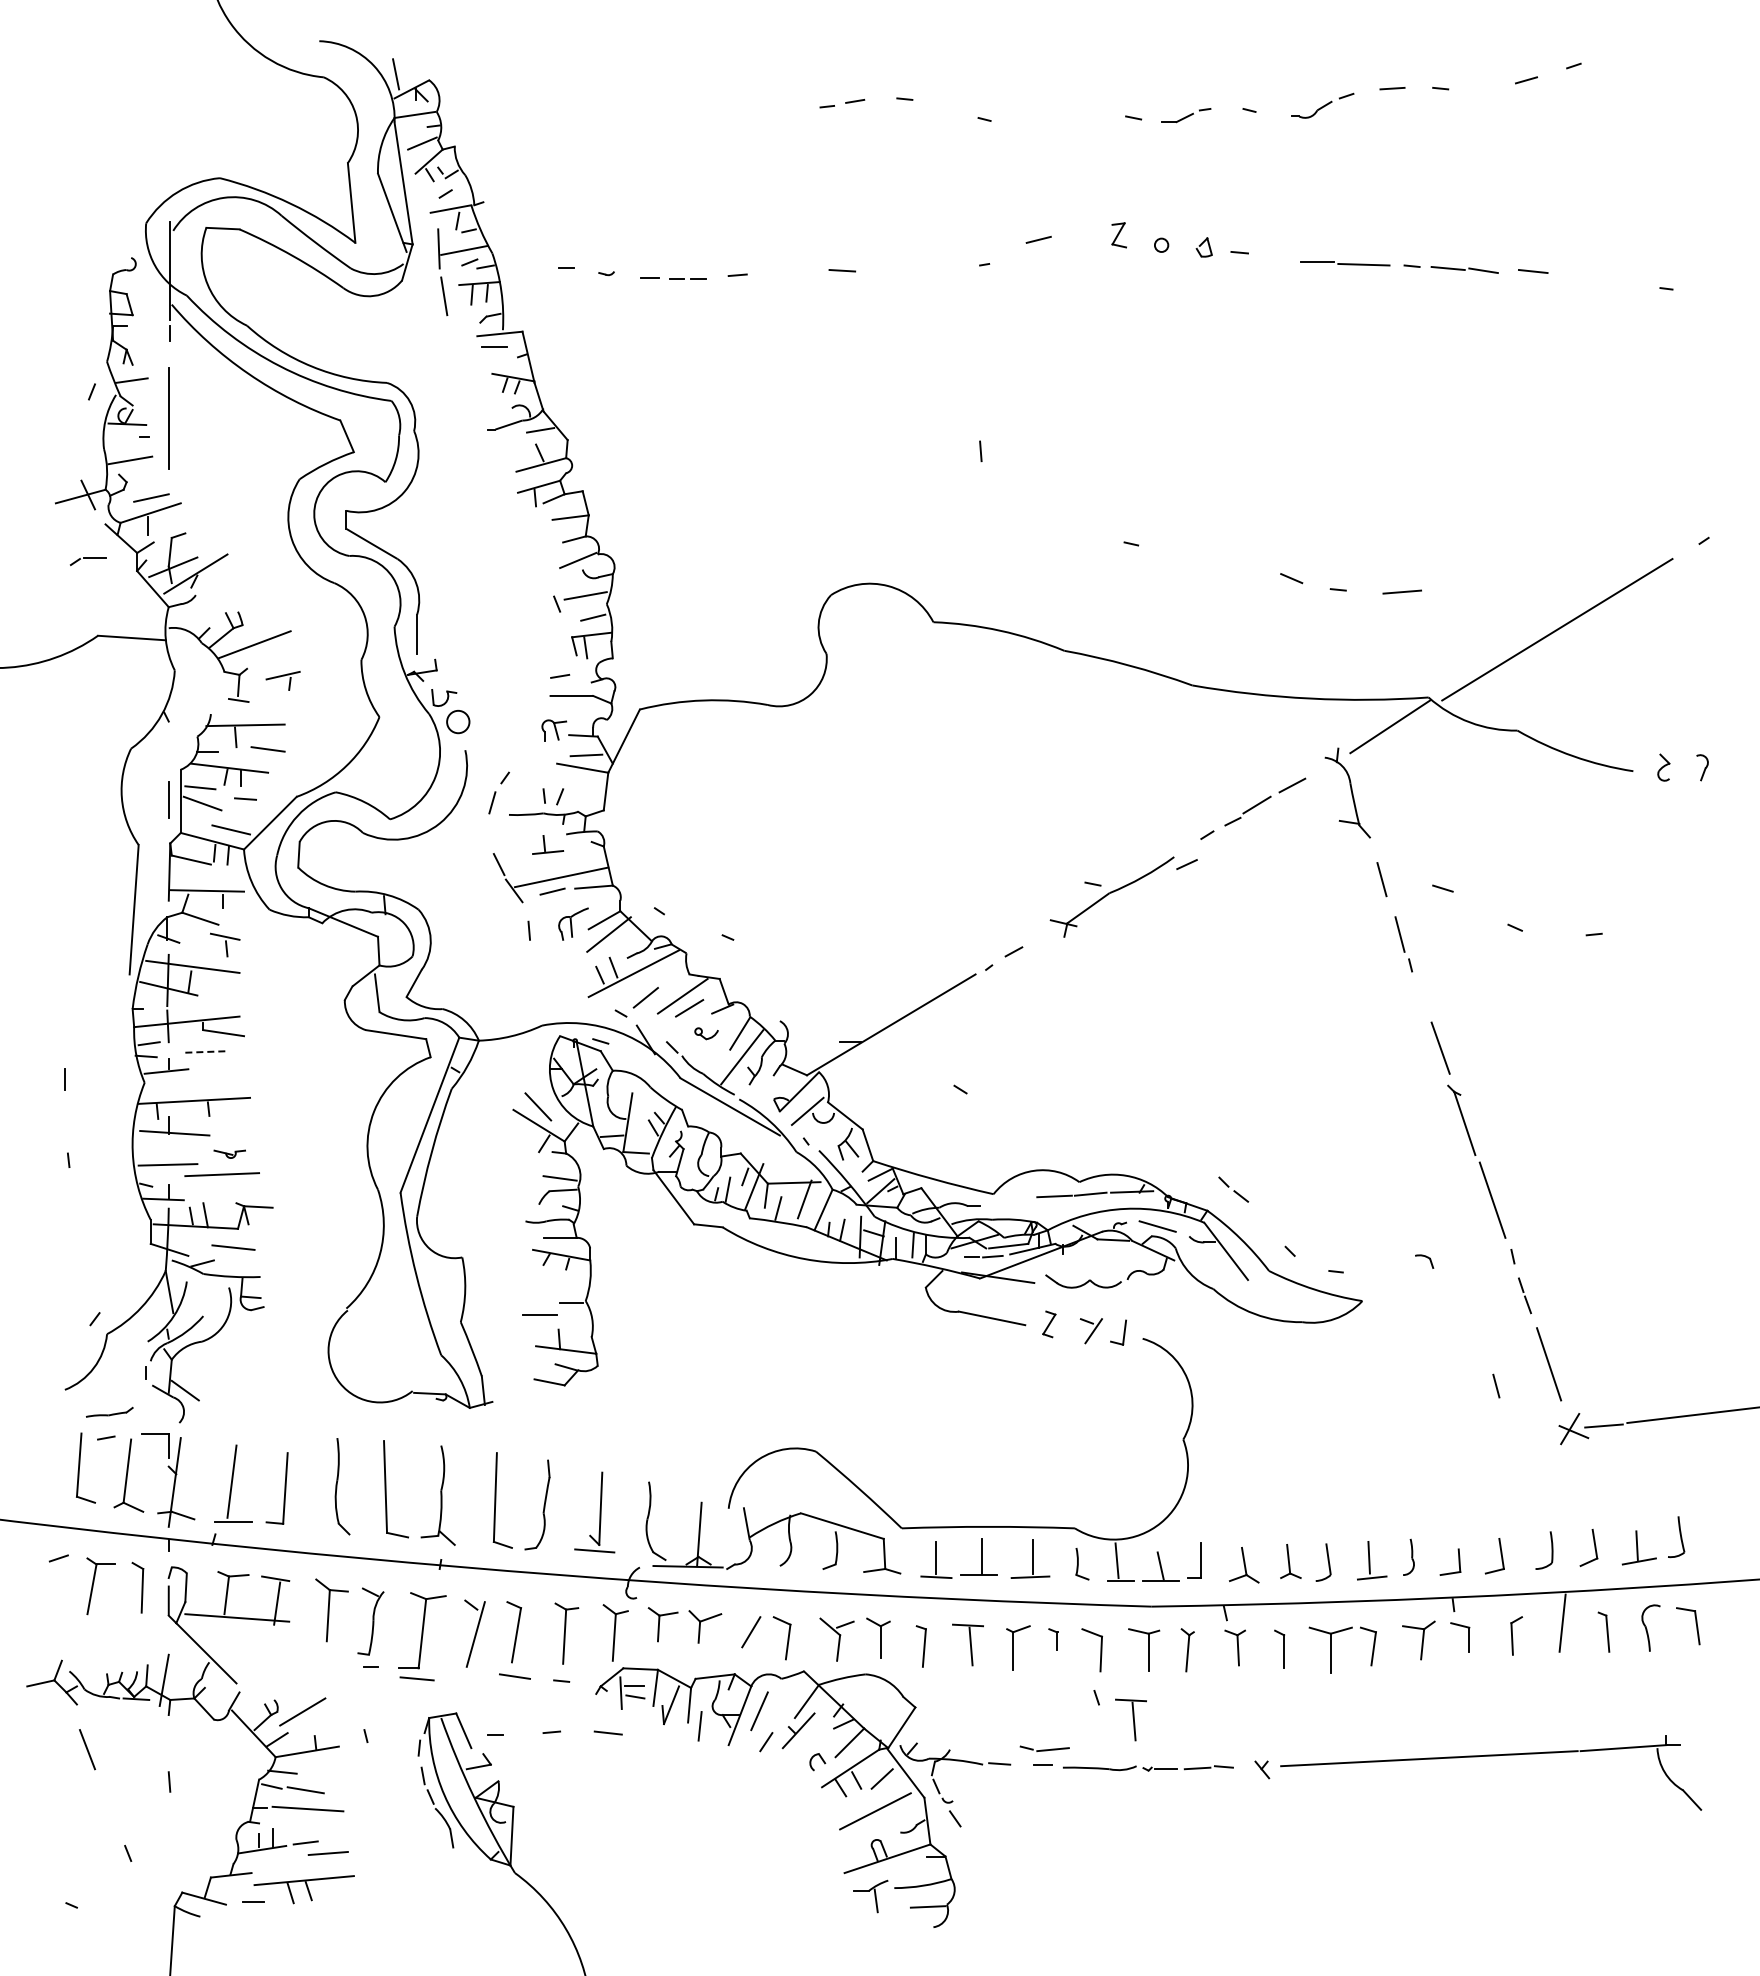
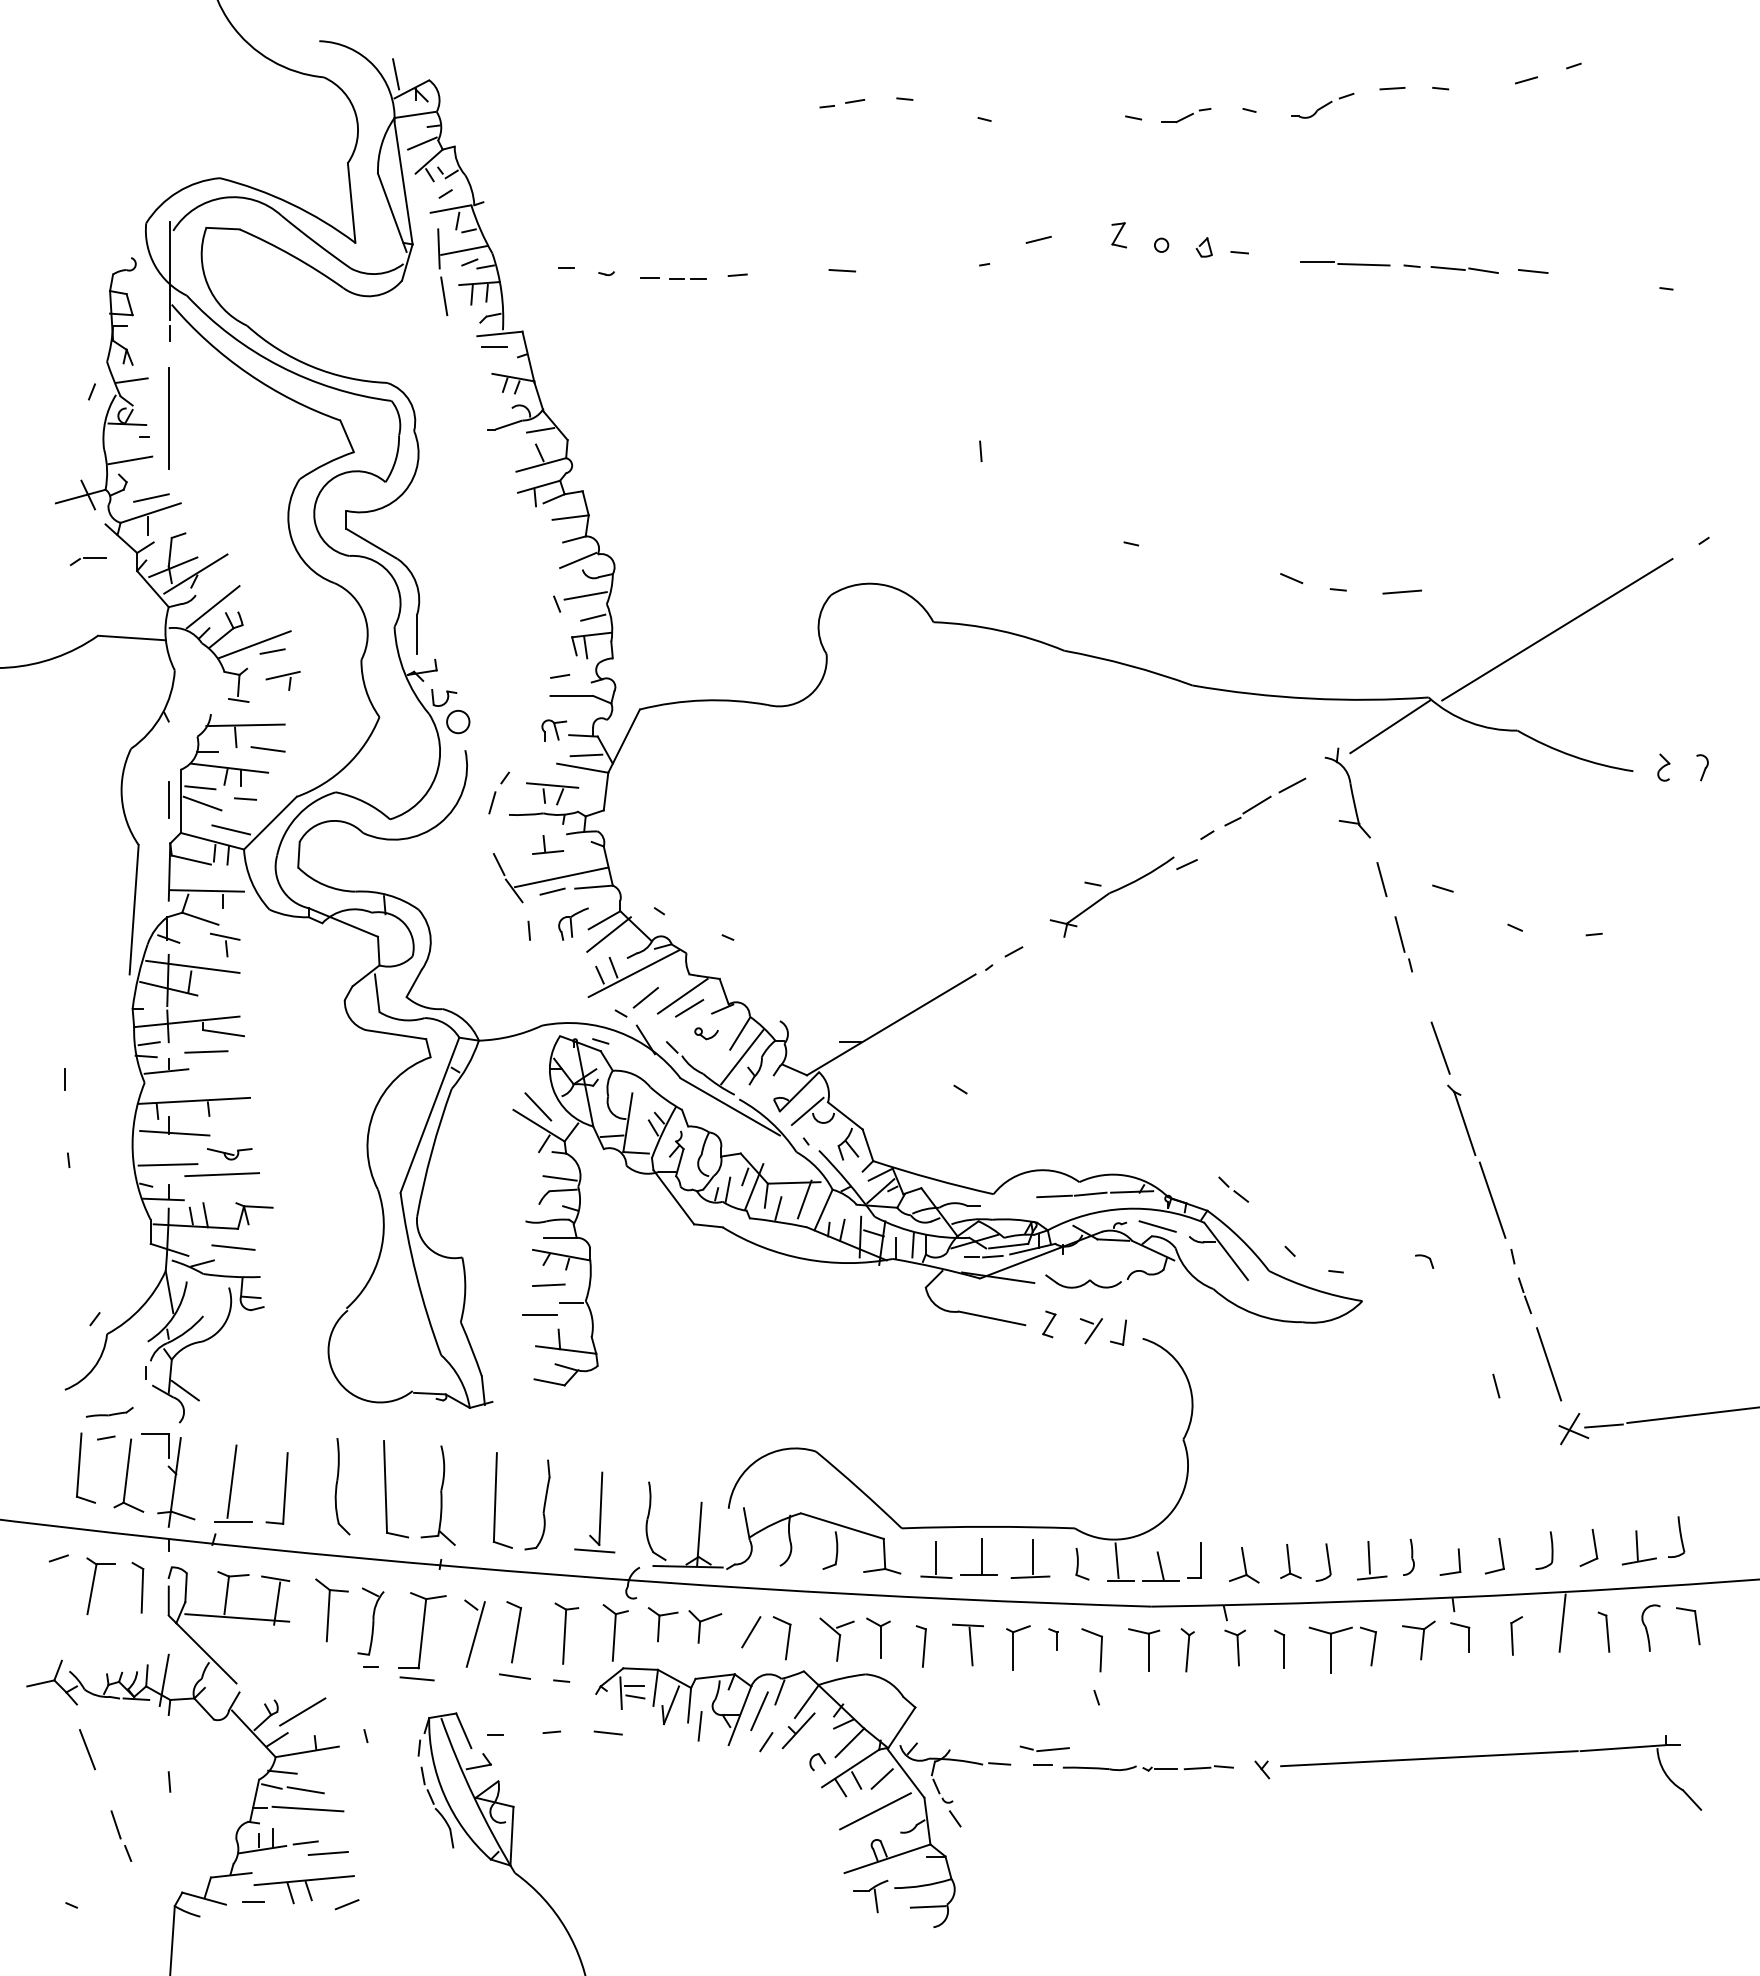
line at (212, 607): none -> present
line at (272, 651): none -> present
line at (552, 785): none -> present
line at (206, 1051): dashed -> solid
part at (229, 1153) size: 33x10 px -> 46x13 px
line at (548, 1284): none -> present
line at (779, 1692): none -> present
part at (1130, 1719): present -> none
line at (115, 1824): none -> present
line at (346, 1904): none -> present
